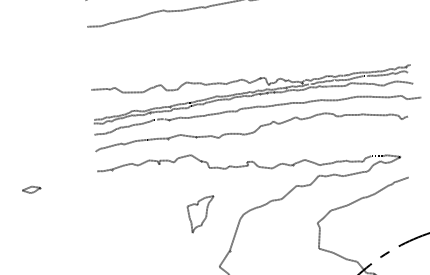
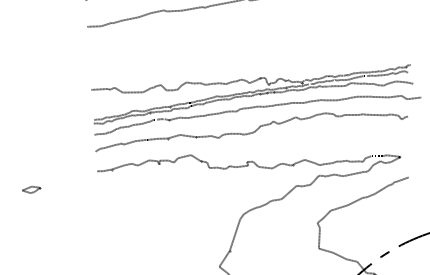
part at (200, 214): present -> none
